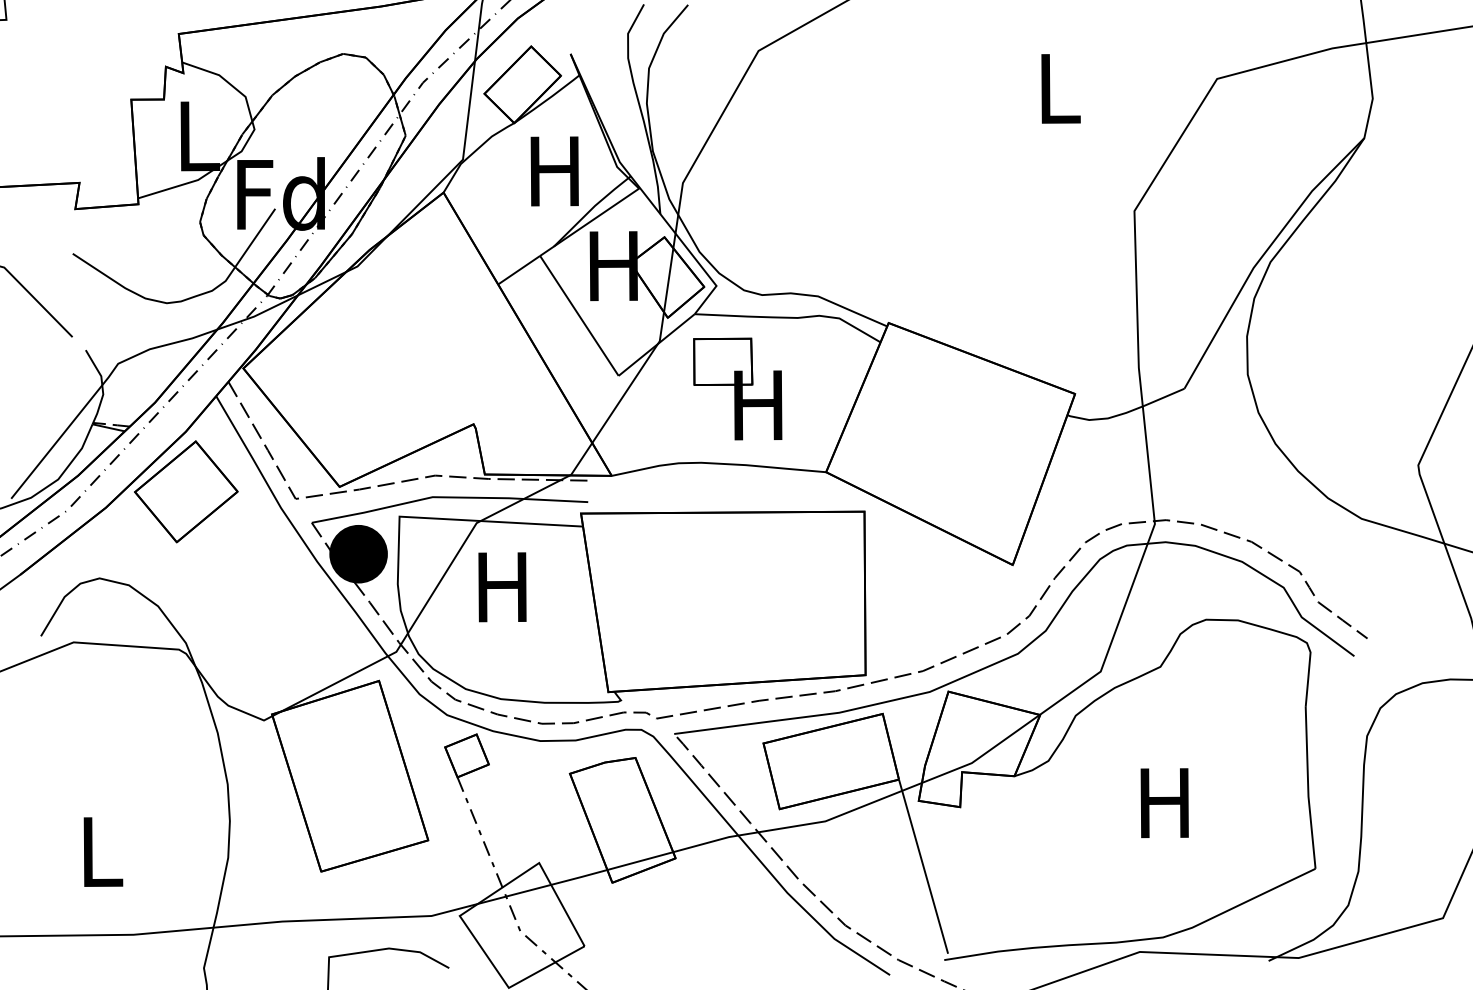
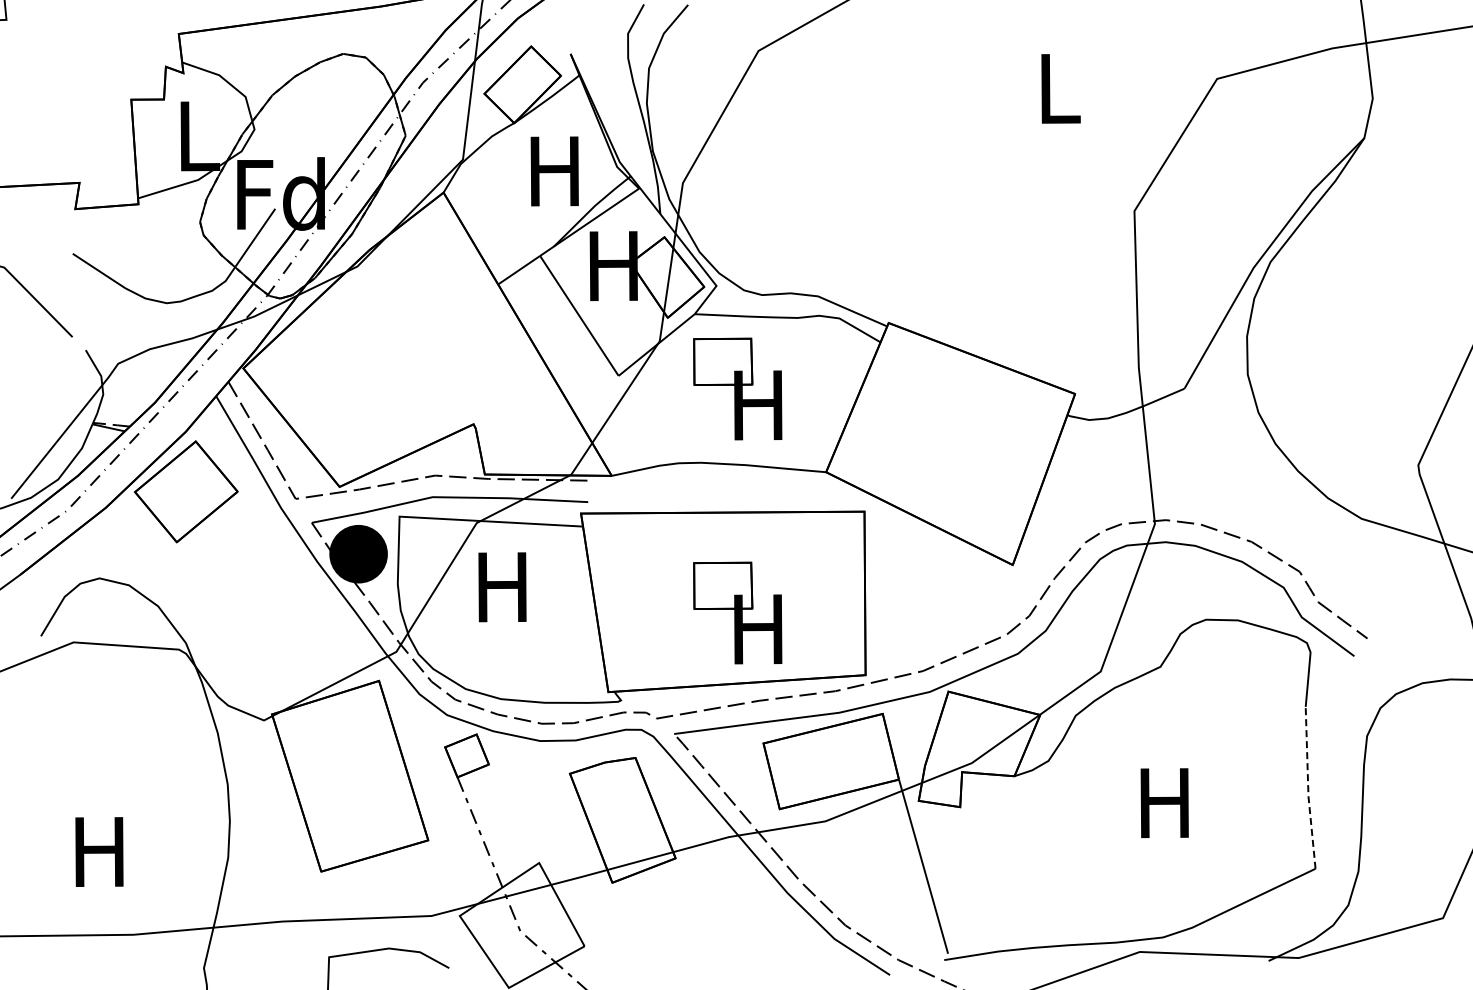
part at (737, 612): none -> present
line at (1308, 788): solid -> dashed
text at (99, 851): L -> H
